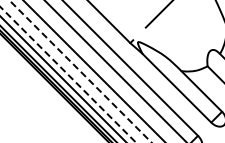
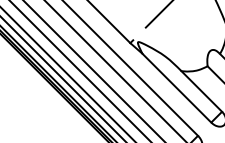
line at (80, 71): dashed -> solid
line at (68, 74): dashed -> solid
